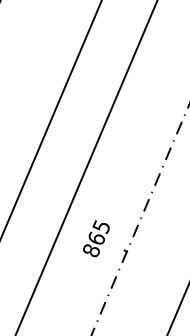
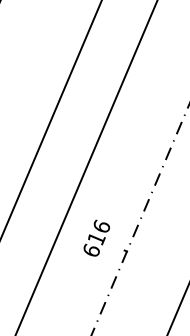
text at (96, 238): 865 -> 616
